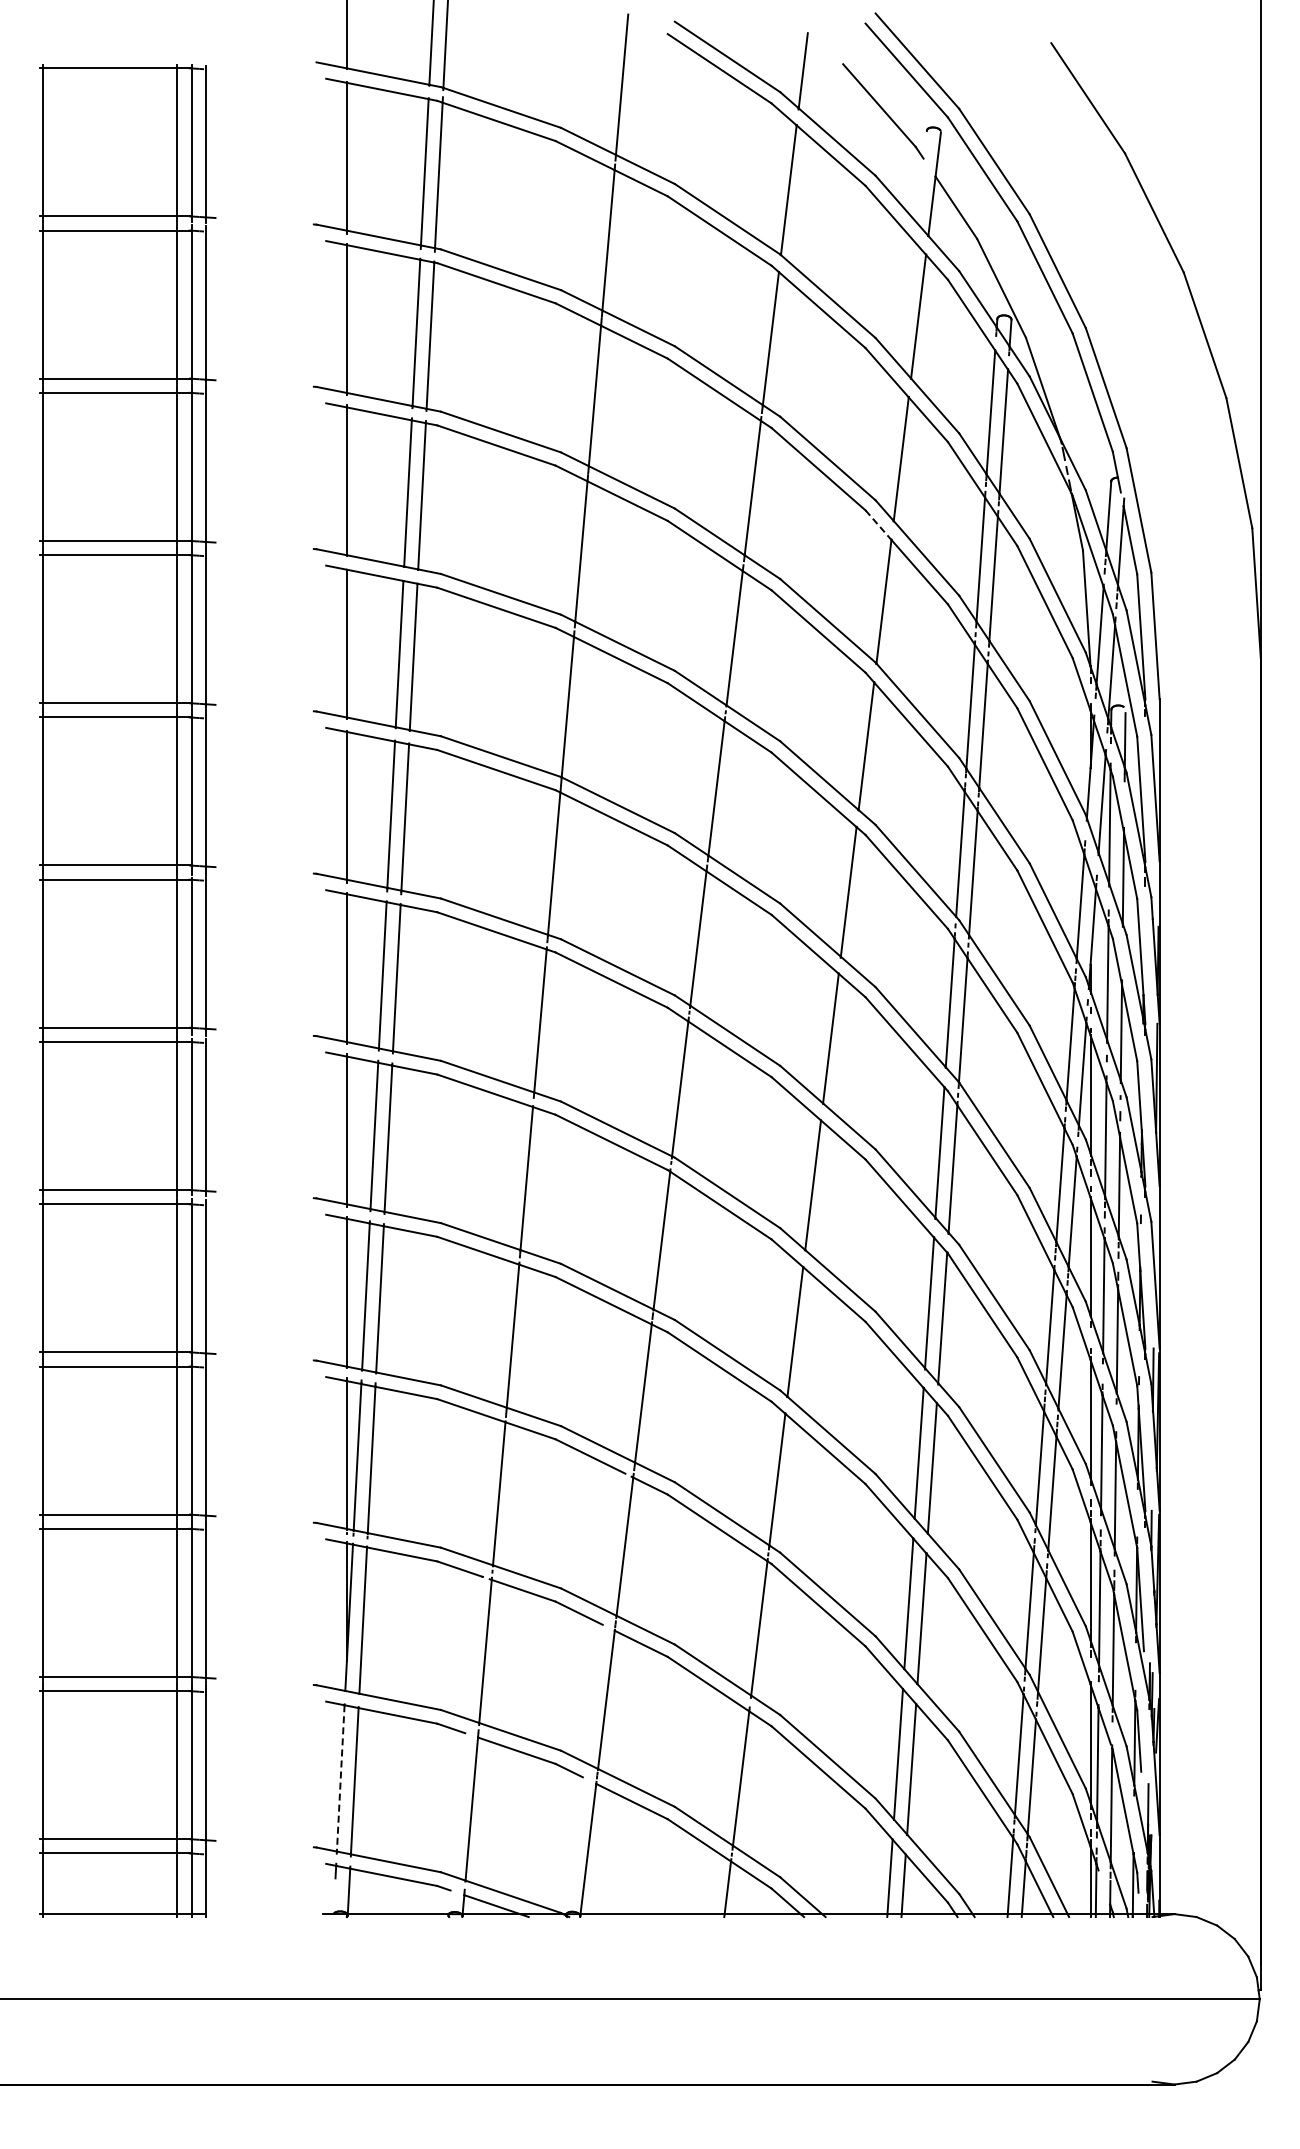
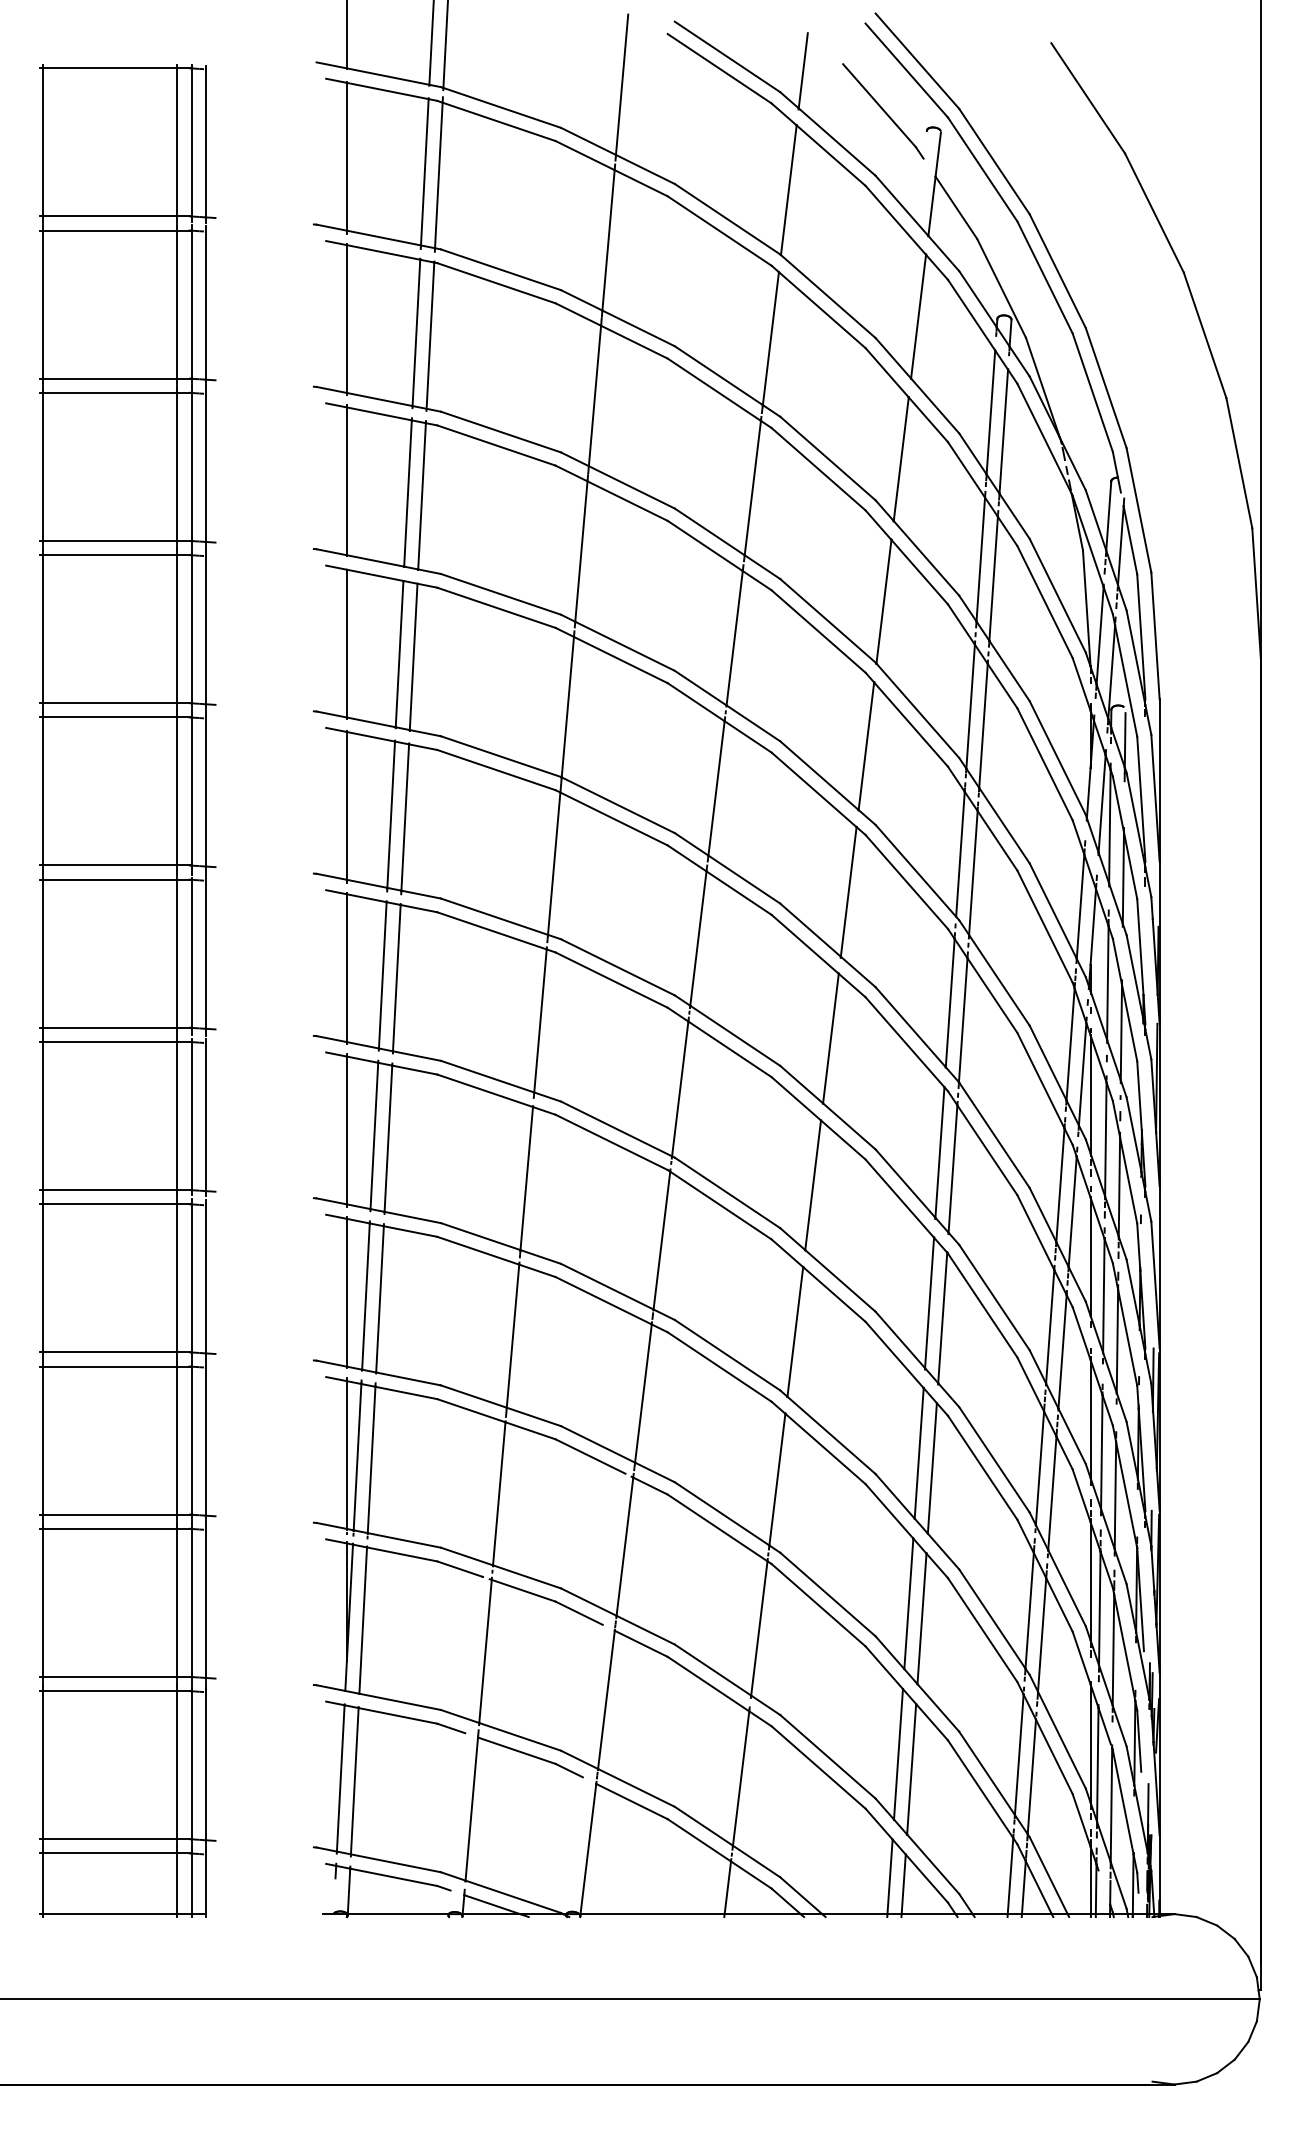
line at (878, 525): dashed -> solid
line at (340, 1778): dashed -> solid
